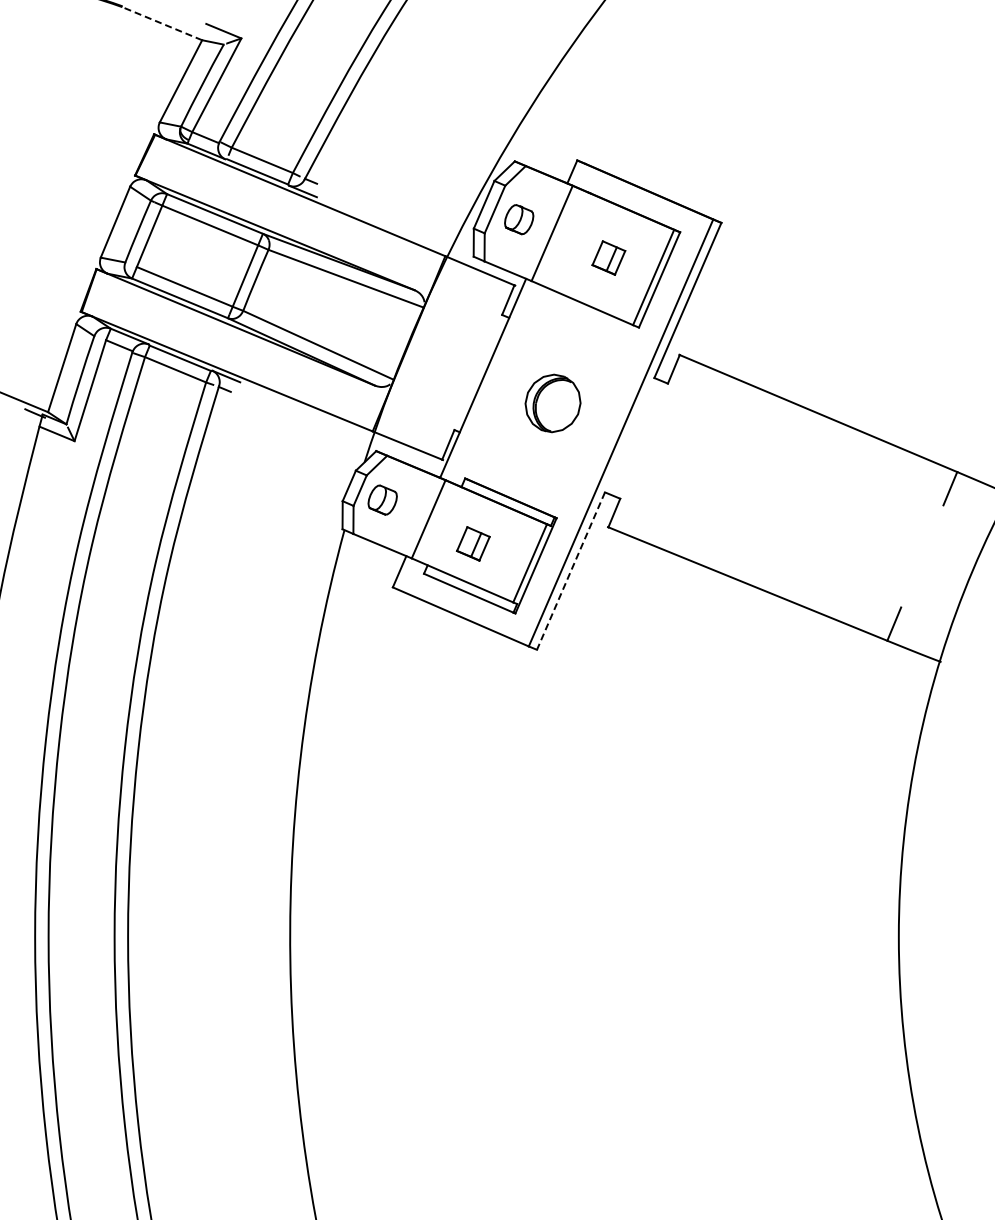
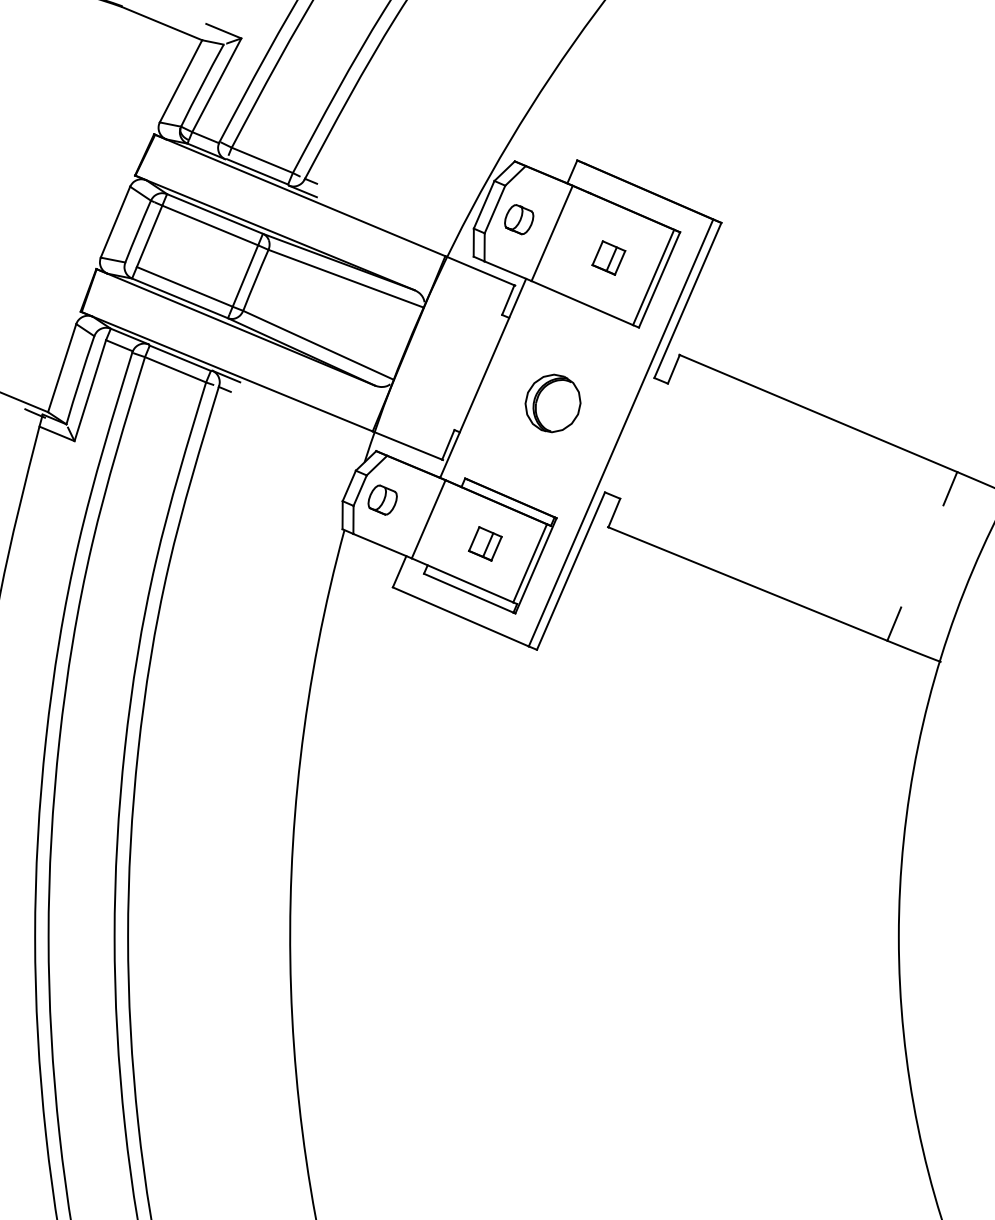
line at (161, 23): dashed -> solid
part at (473, 543) position: (473, 543) -> (485, 543)
line at (571, 571): dashed -> solid
